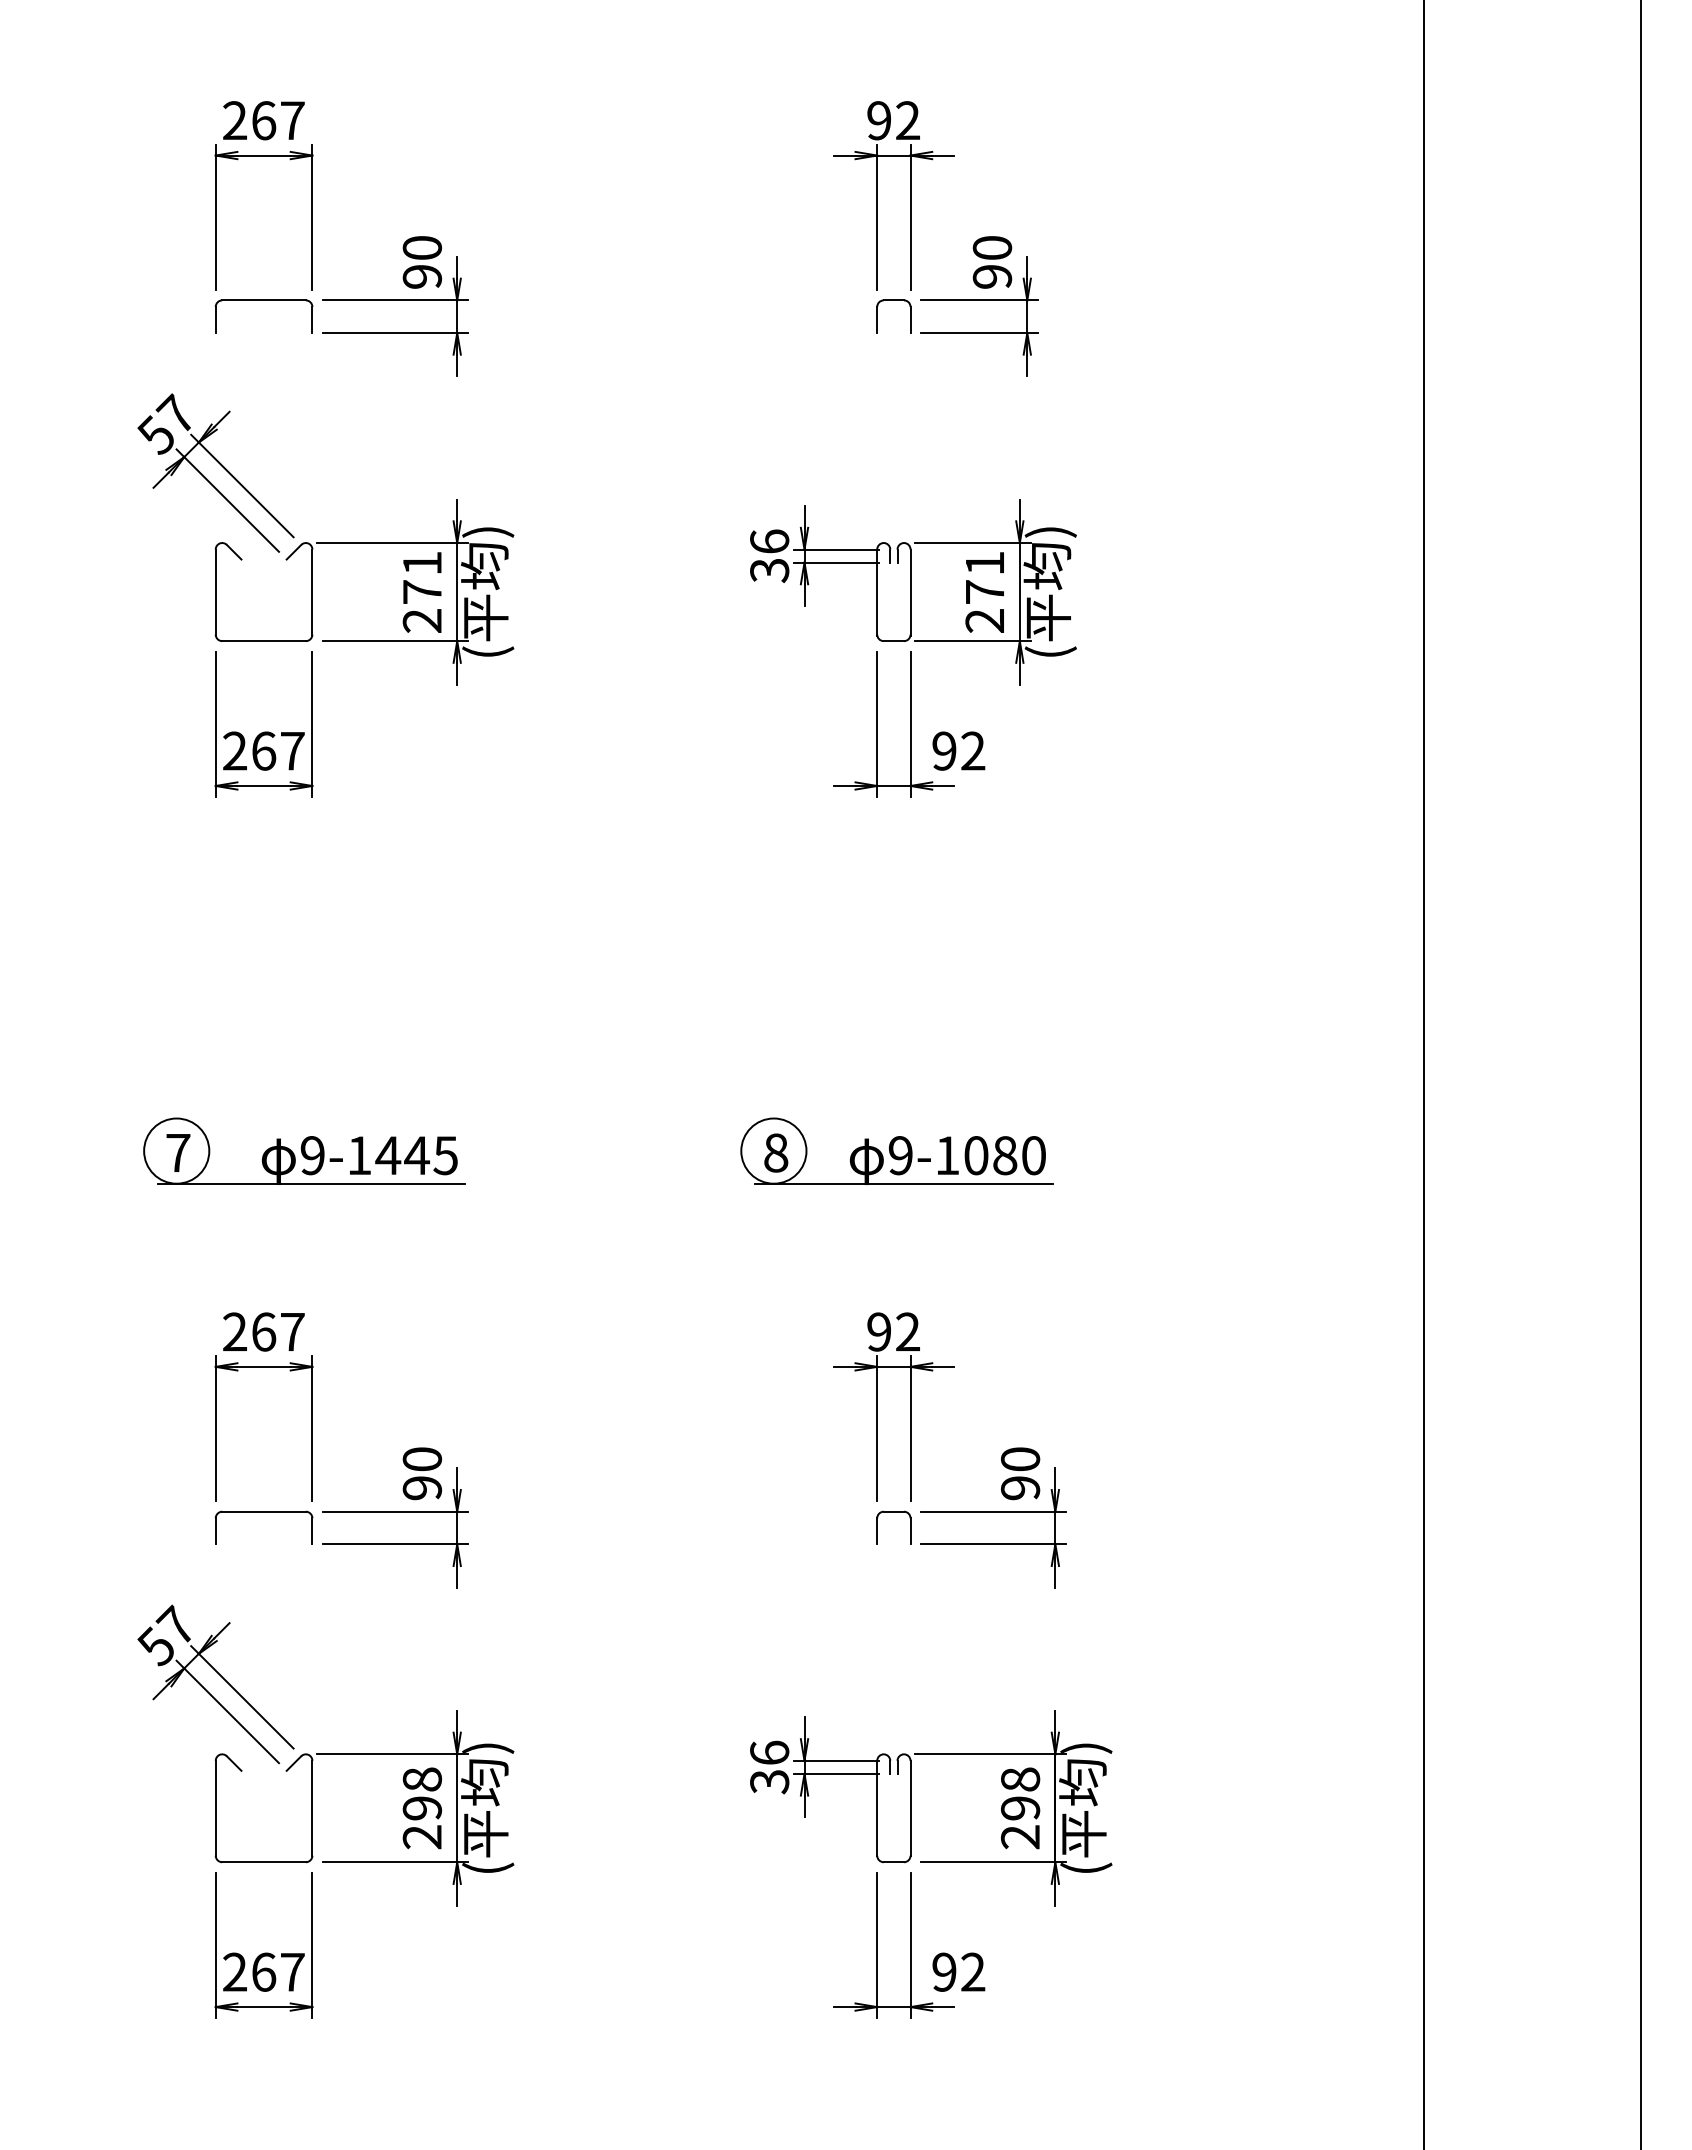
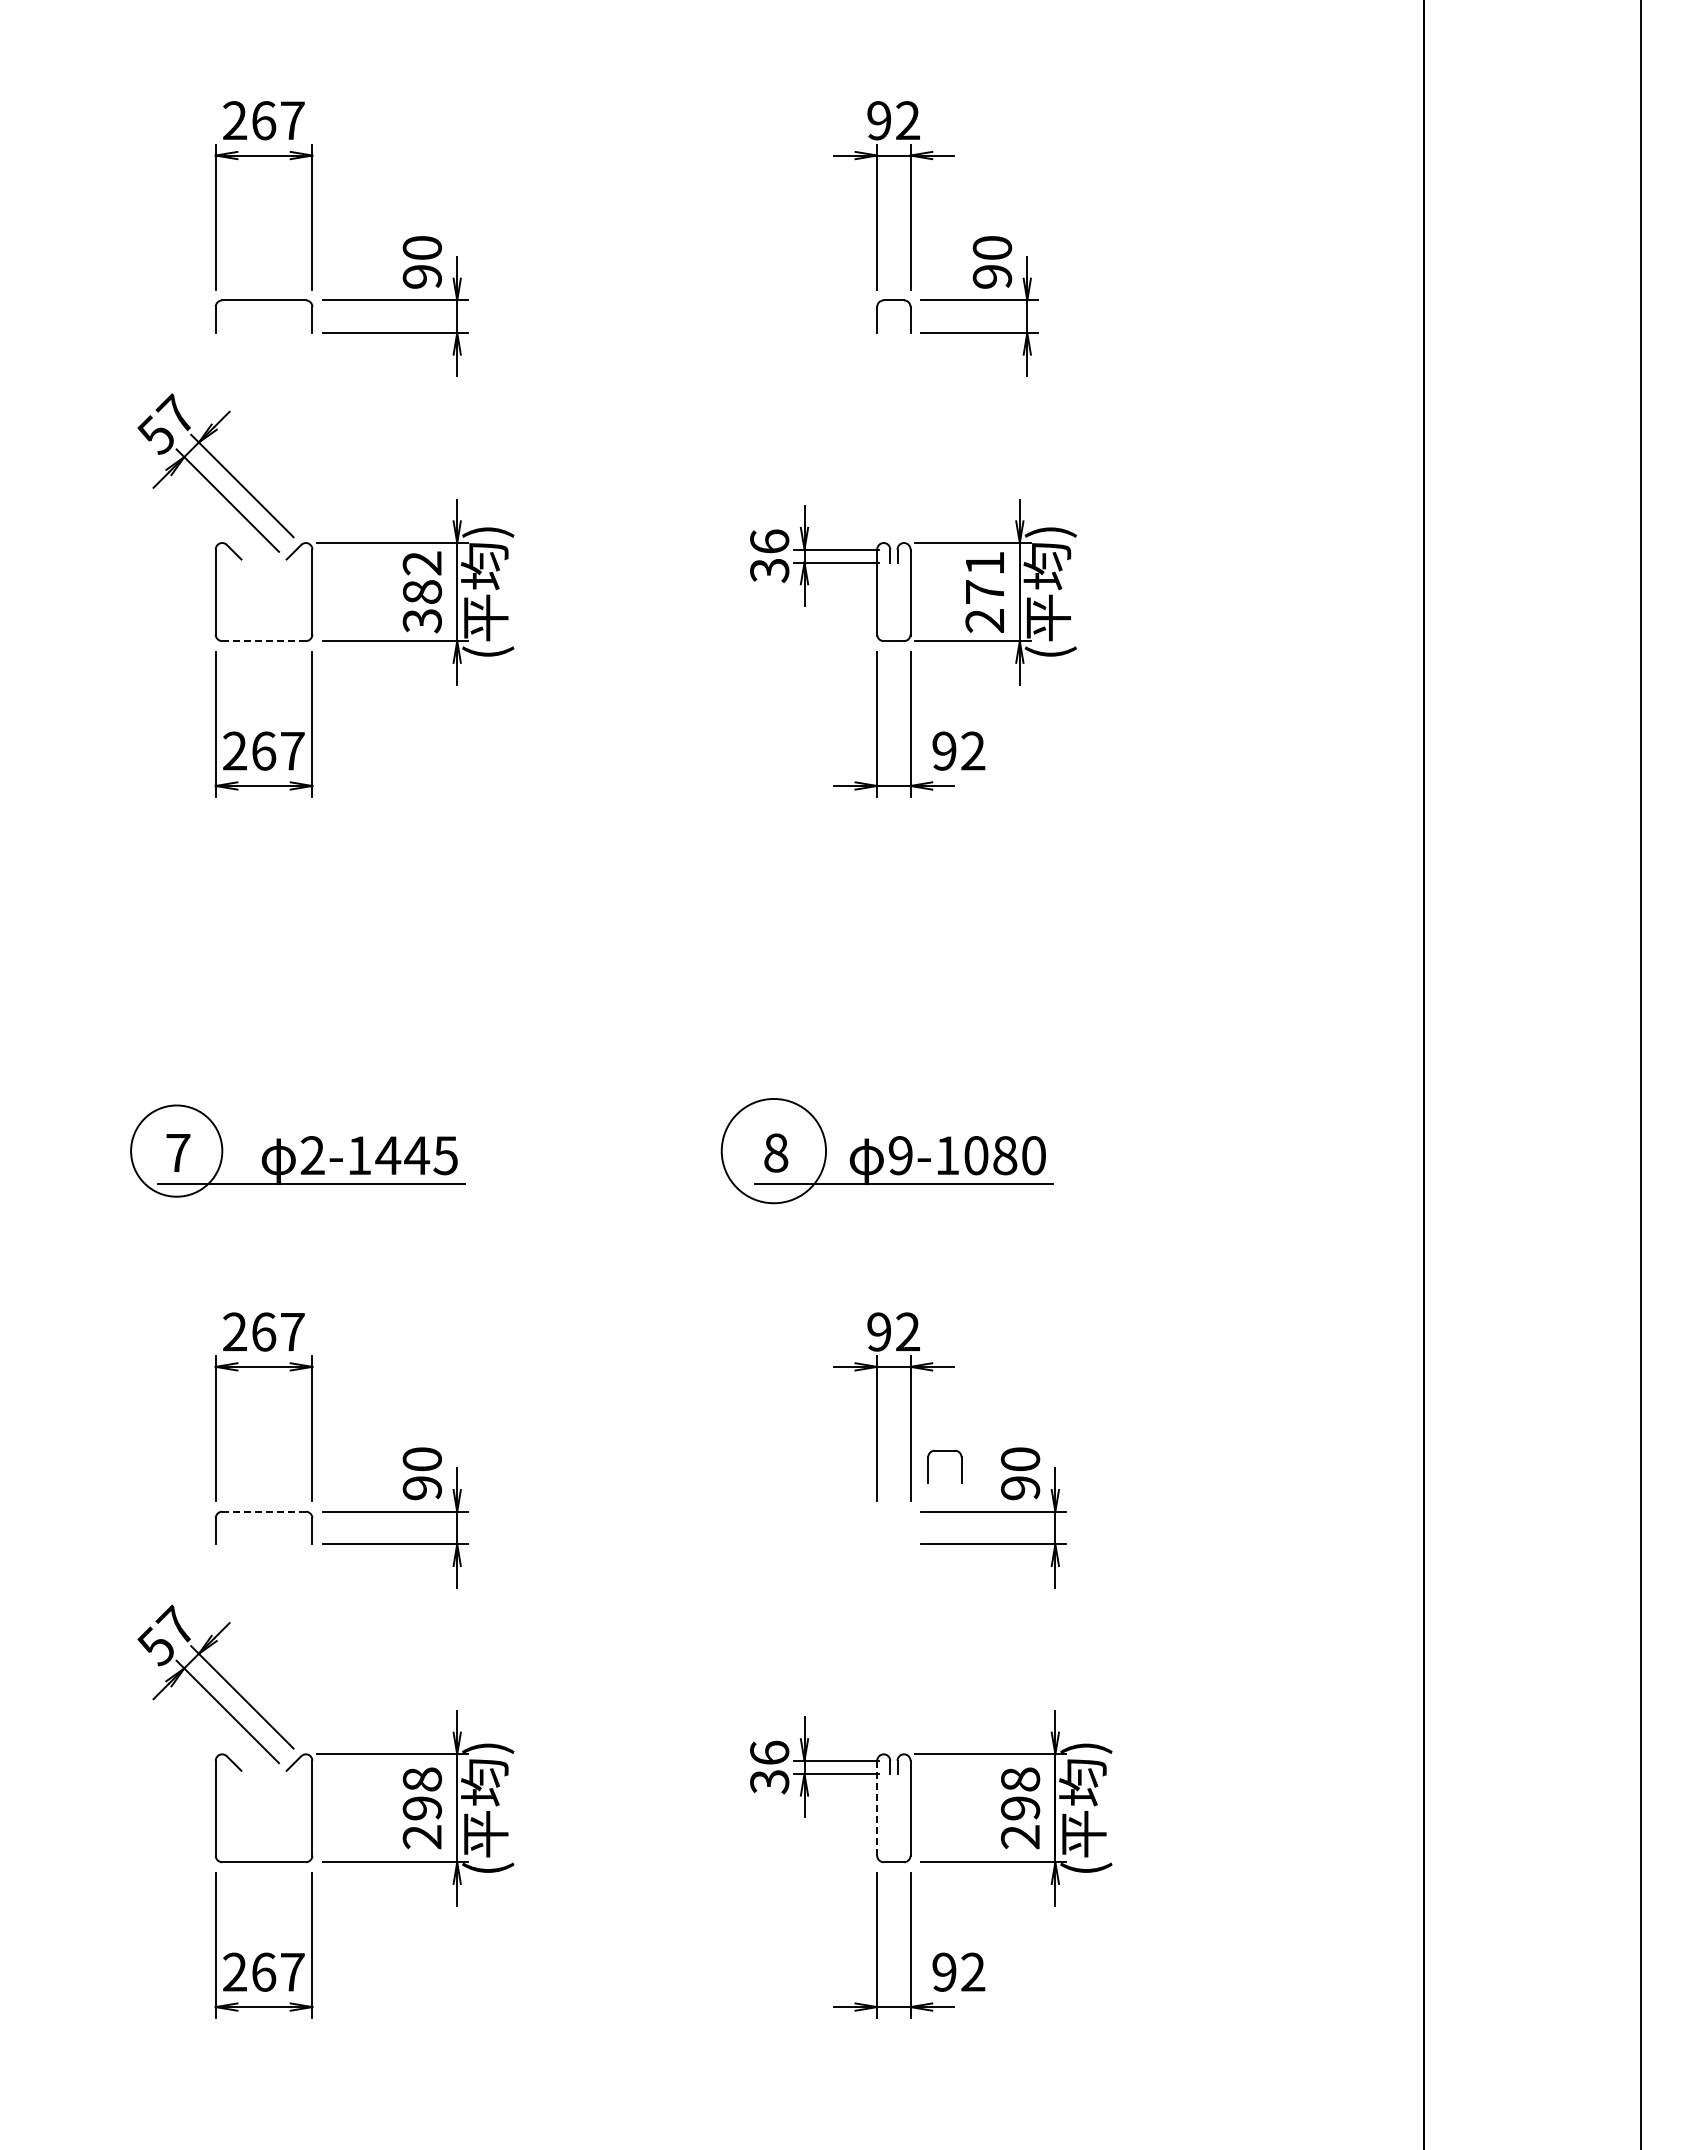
text at (422, 592): 271 -> 382
line at (264, 641): solid -> dashed
circle at (176, 1150) diameter: 65 px -> 91 px
circle at (773, 1150) diameter: 65 px -> 104 px
text at (312, 1155): 9-1445 -> 2-1445
line at (264, 1511): solid -> dashed
part at (893, 1512) position: (893, 1512) -> (944, 1451)
line at (877, 1807): solid -> dashed
